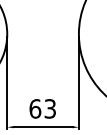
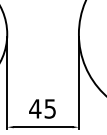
text at (42, 108): 63 -> 45
